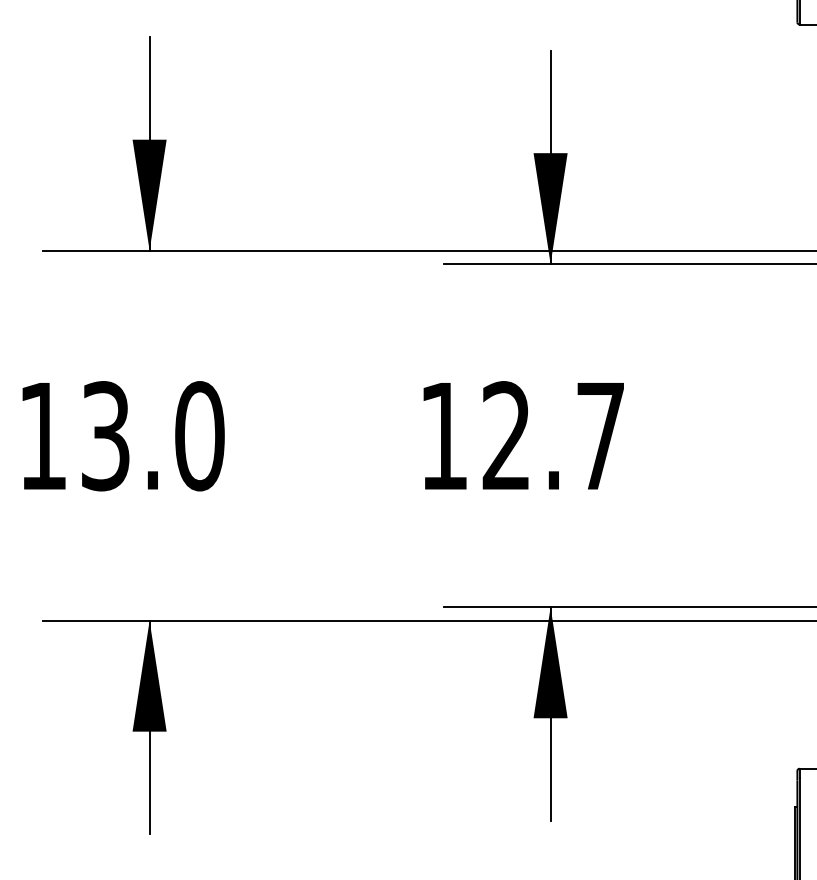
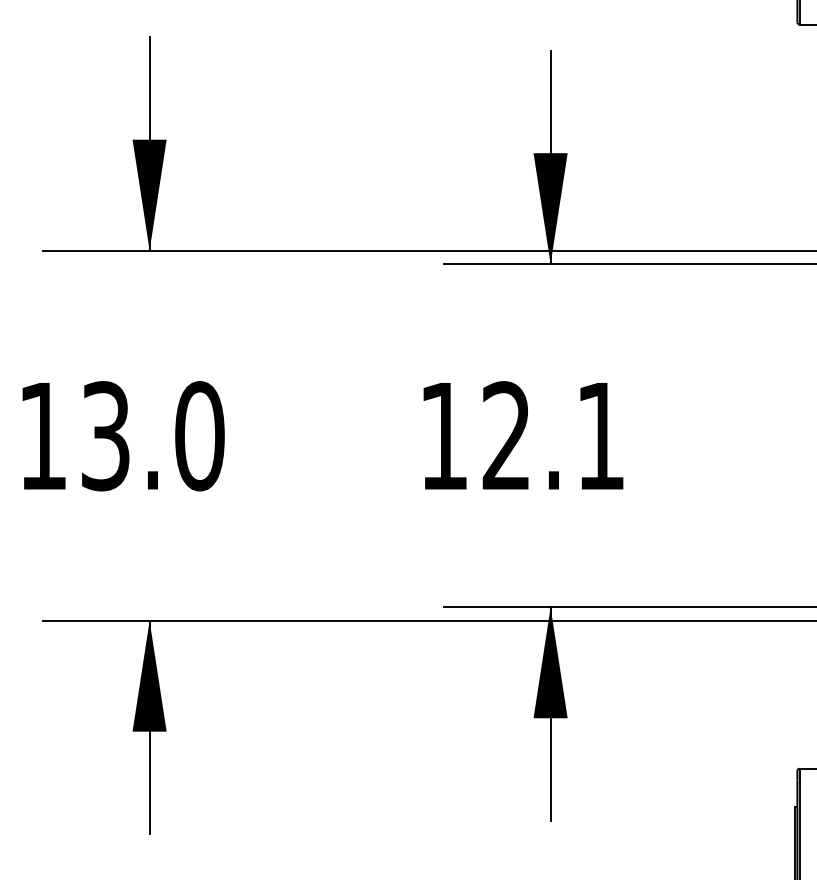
text at (600, 436): 12.7 -> 12.1
